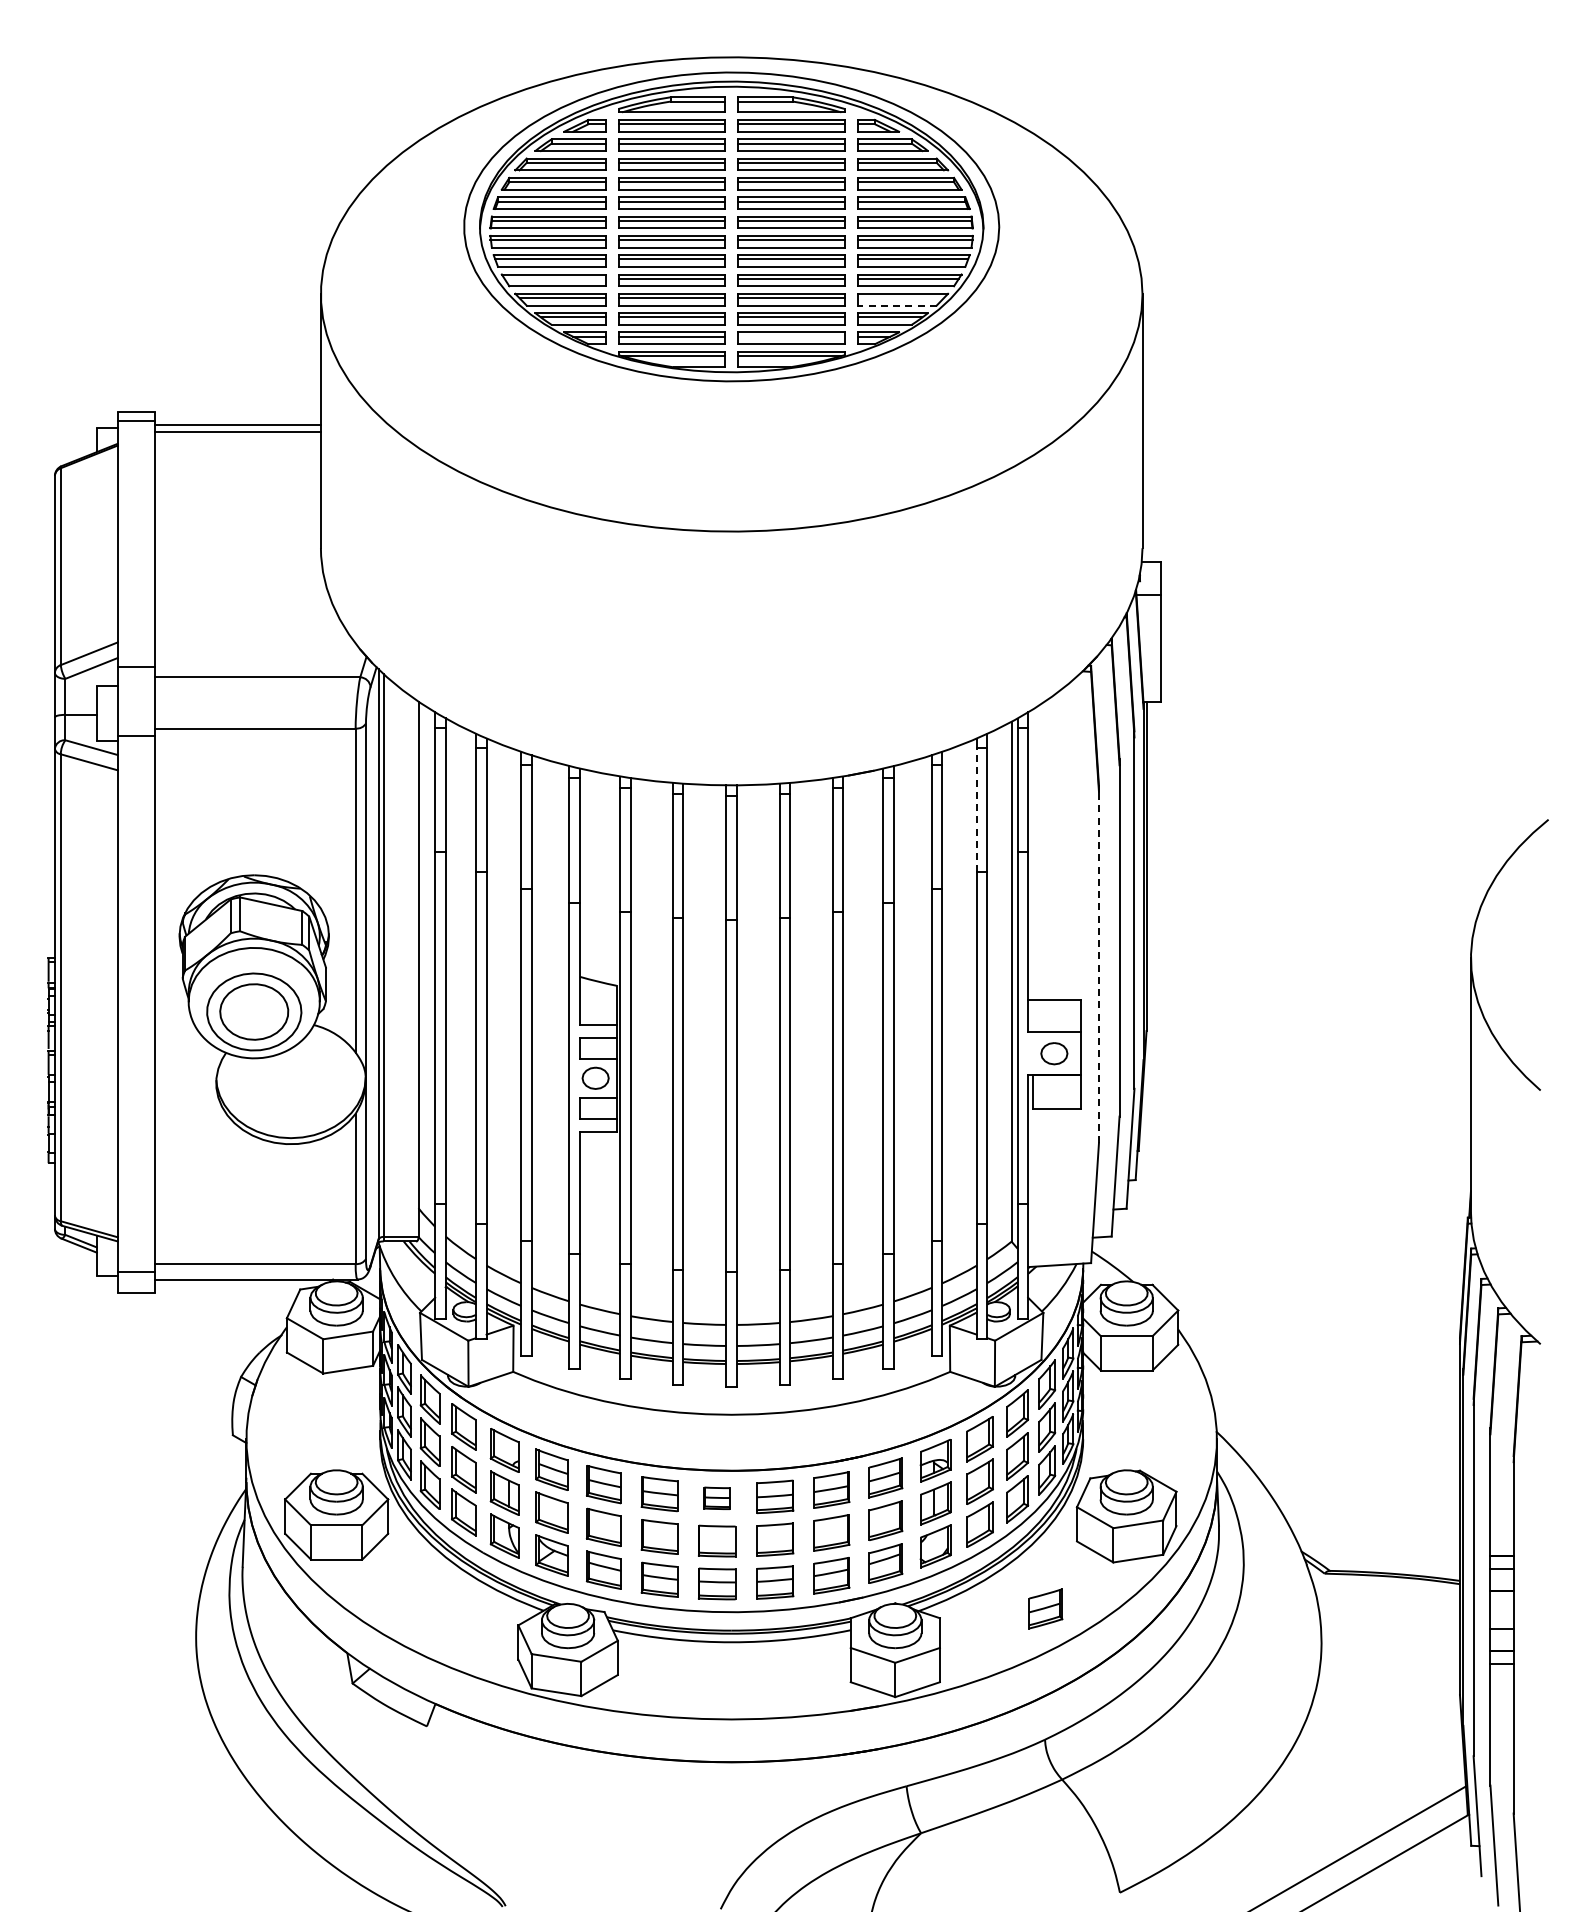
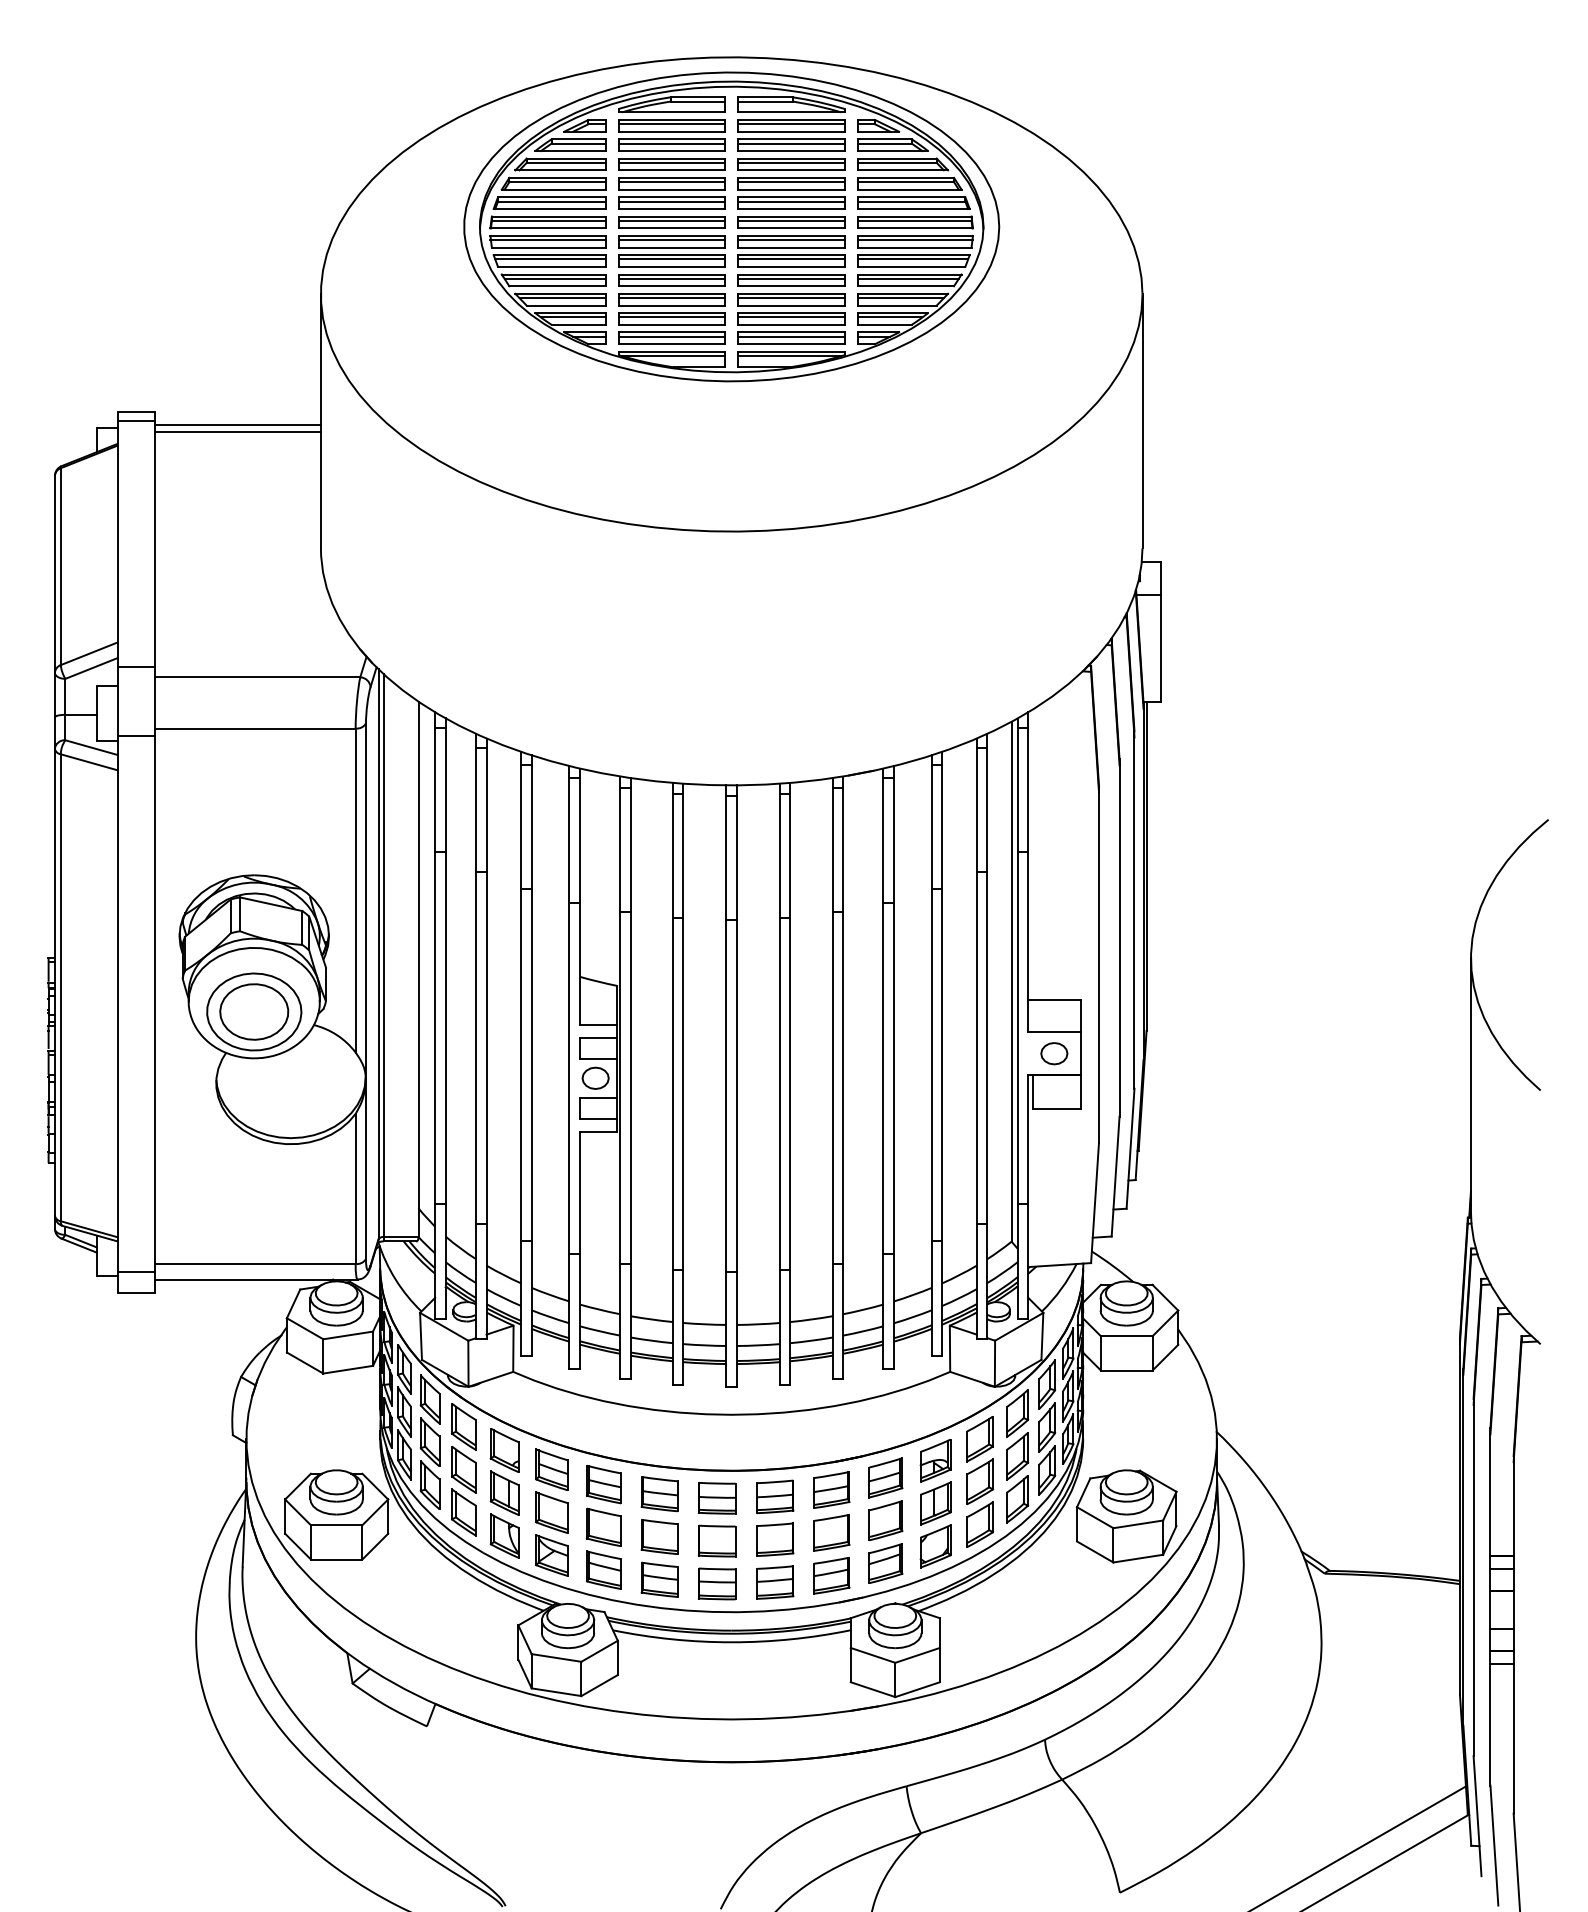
line at (554, 278): none -> present
line at (900, 298): none -> present
line at (896, 305): dashed -> solid
line at (791, 336): none -> present
line at (976, 809): dashed -> solid
line at (1098, 967): dashed -> solid
part at (716, 1497) size: 28x24 px -> 39x33 px
part at (1045, 1608): present -> none
